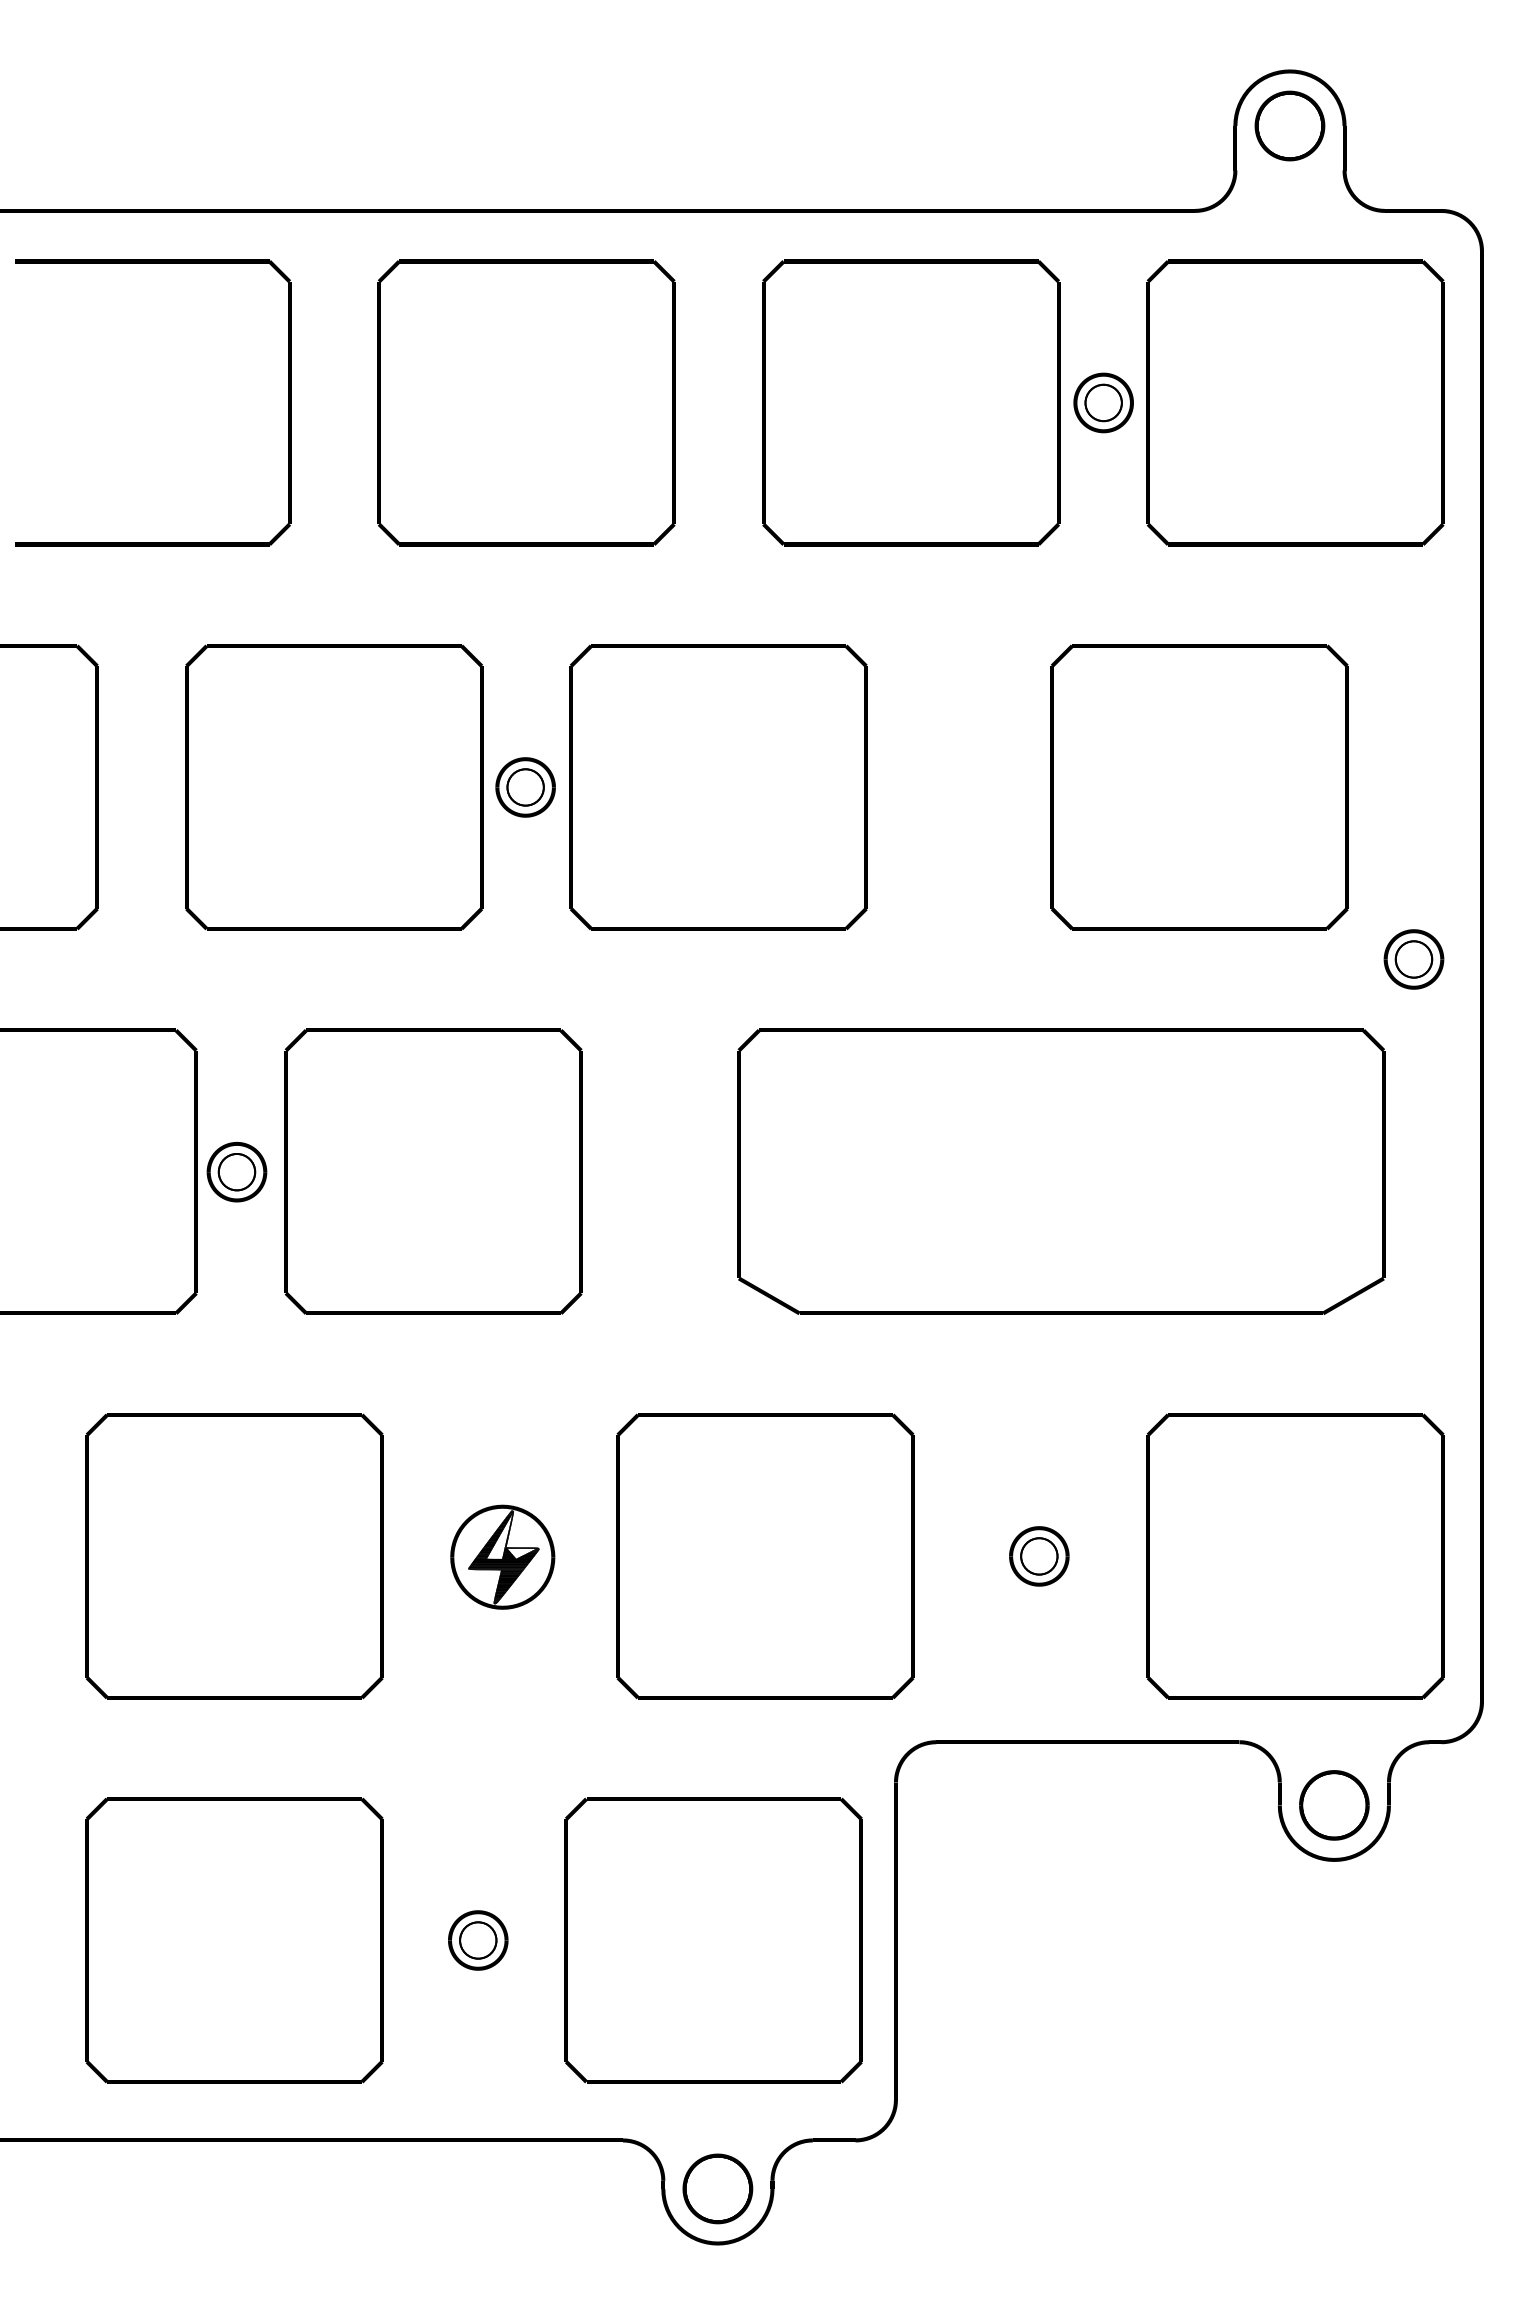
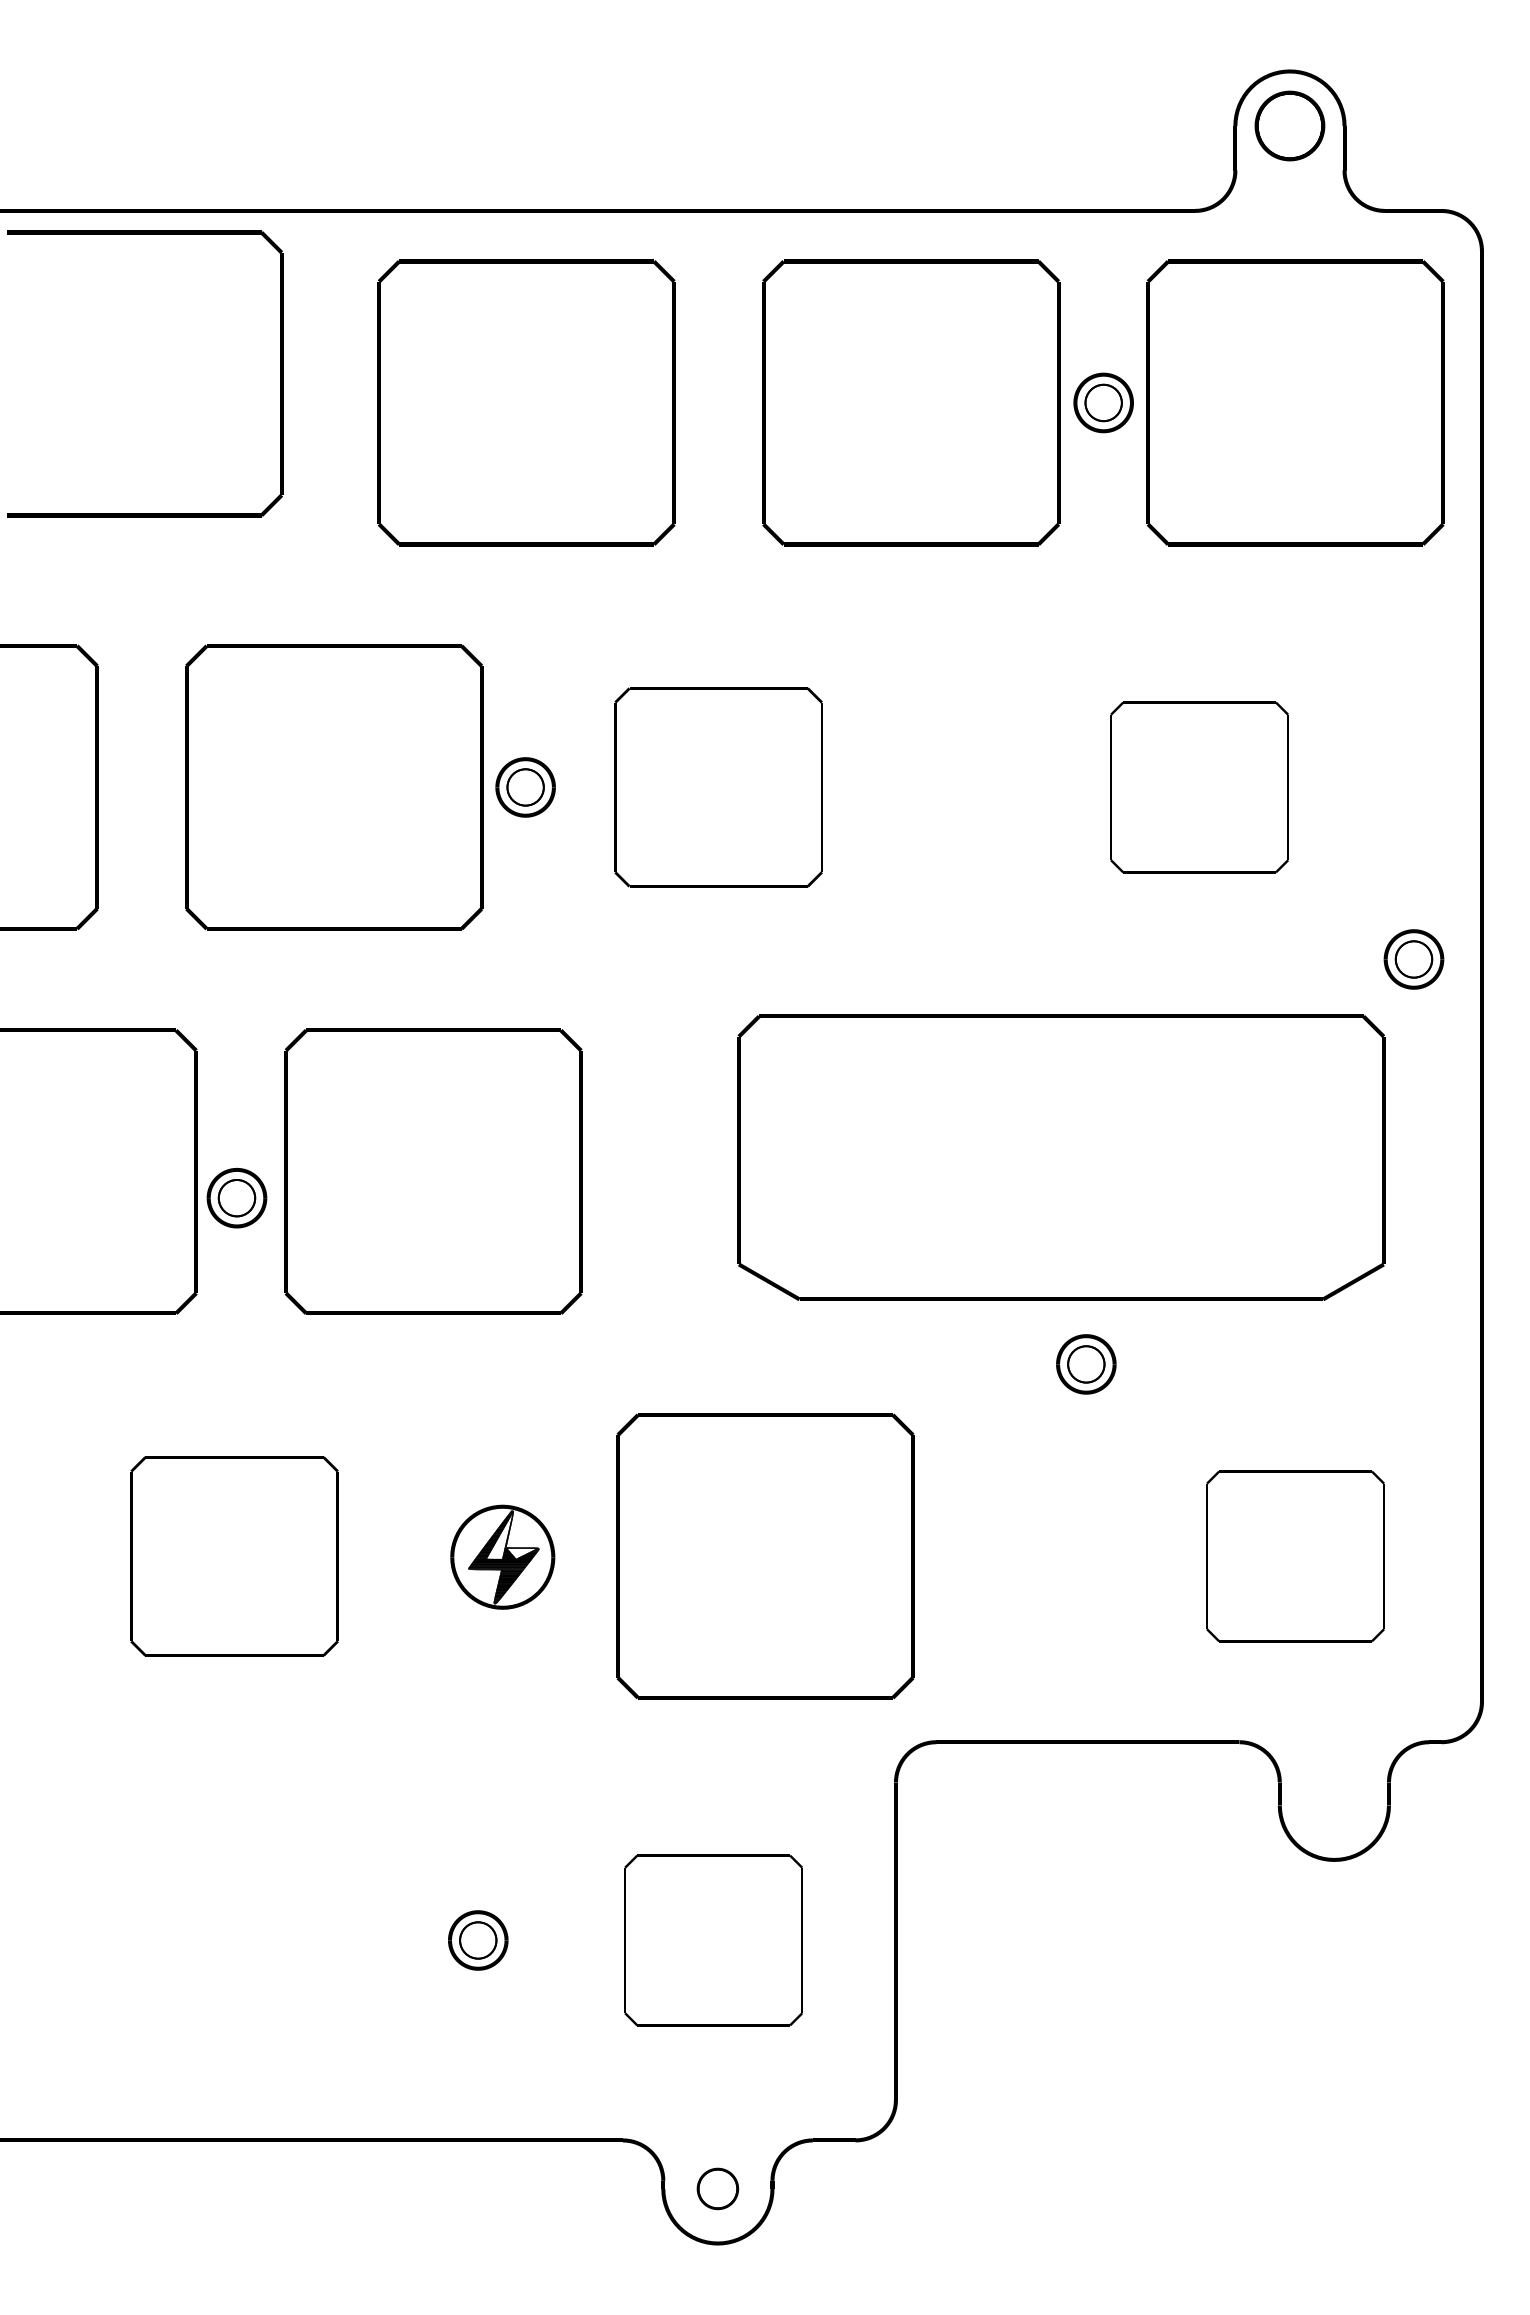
part at (288, 402) position: (288, 402) -> (280, 373)
part at (718, 787) size: 299x287 px -> 209x201 px
part at (1199, 787) size: 299x287 px -> 179x173 px
part at (1061, 1171) position: (1061, 1171) -> (1061, 1157)
part at (236, 1172) position: (236, 1172) -> (236, 1198)
part at (234, 1556) size: 299x287 px -> 209x201 px
part at (1039, 1556) position: (1039, 1556) -> (1086, 1364)
part at (1295, 1556) size: 299x287 px -> 179x173 px
part at (1334, 1805): present -> none
part at (234, 1940): present -> none
part at (713, 1940) size: 299x287 px -> 179x173 px
part at (717, 2188) size: 72x72 px -> 44x44 px
